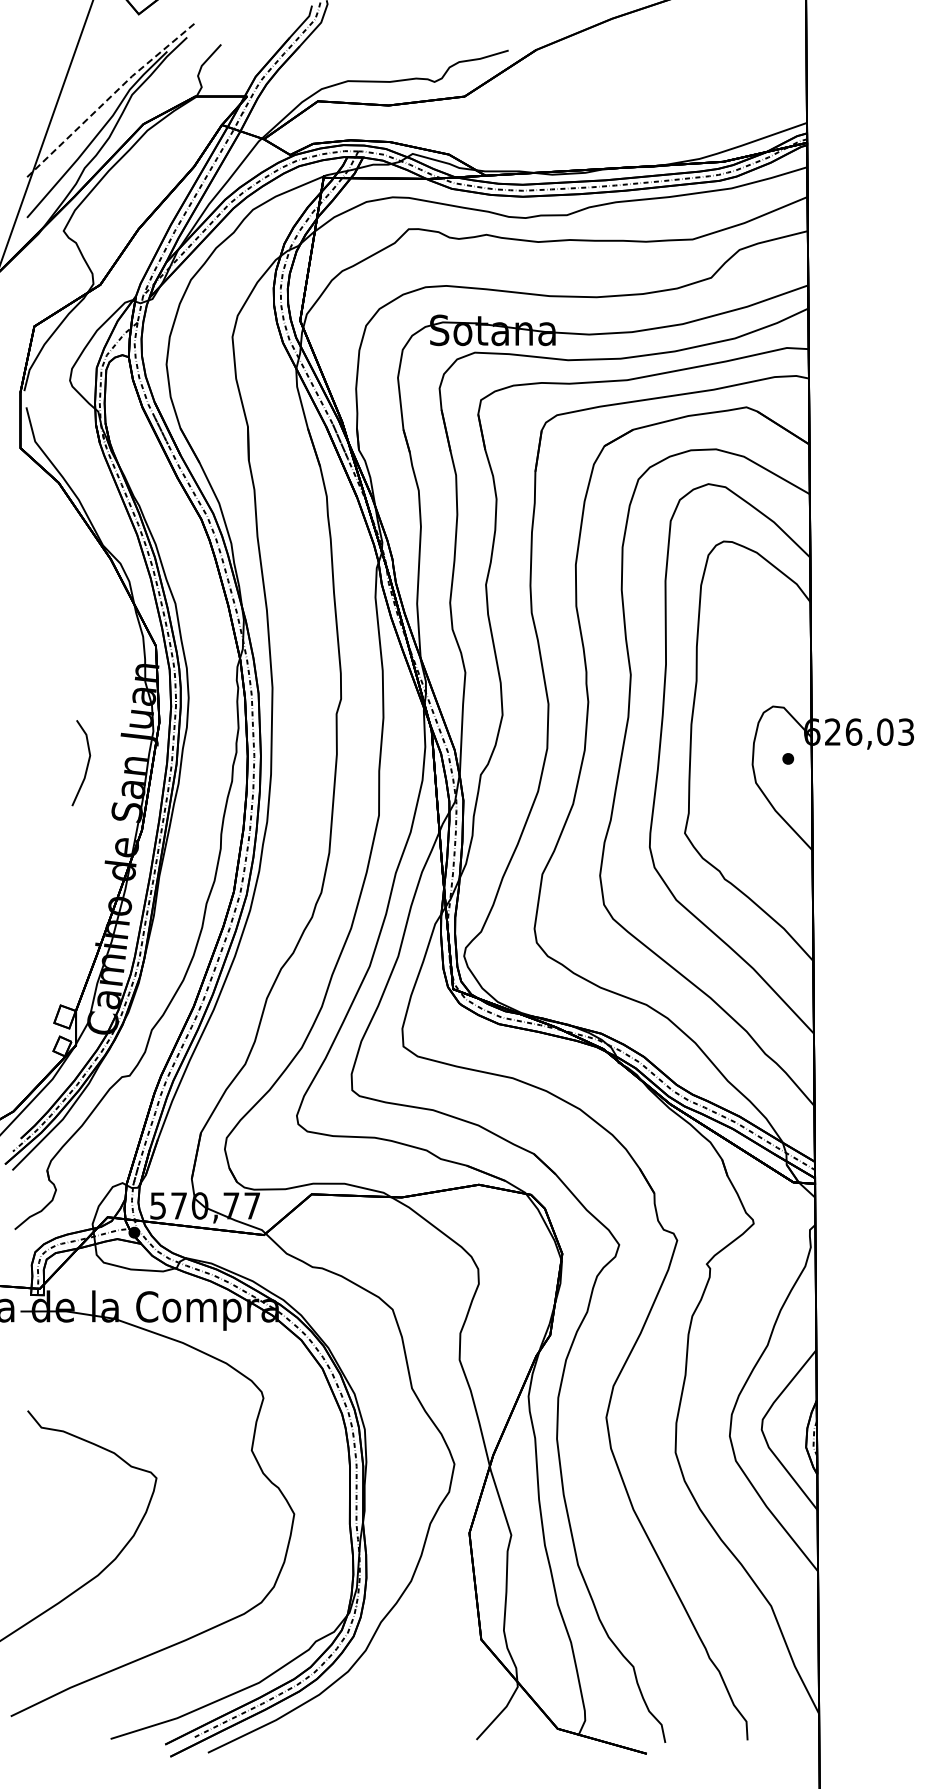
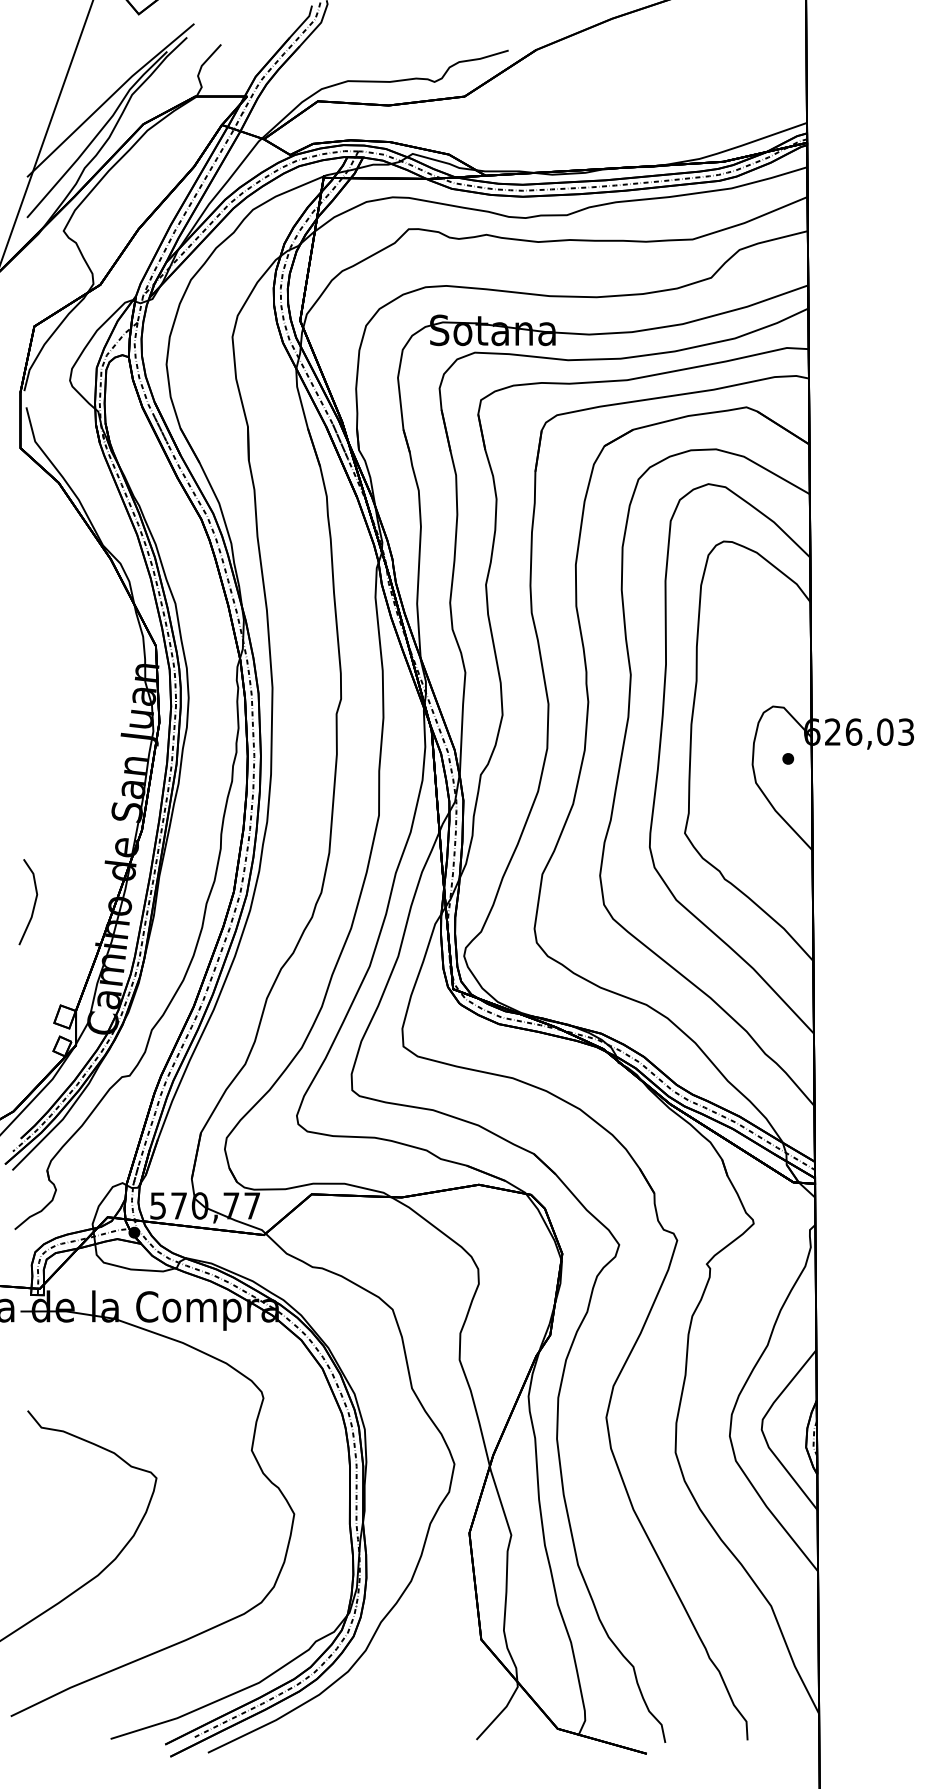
line at (109, 98): dashed -> solid
line at (86, 765) position: (86, 765) -> (33, 904)
